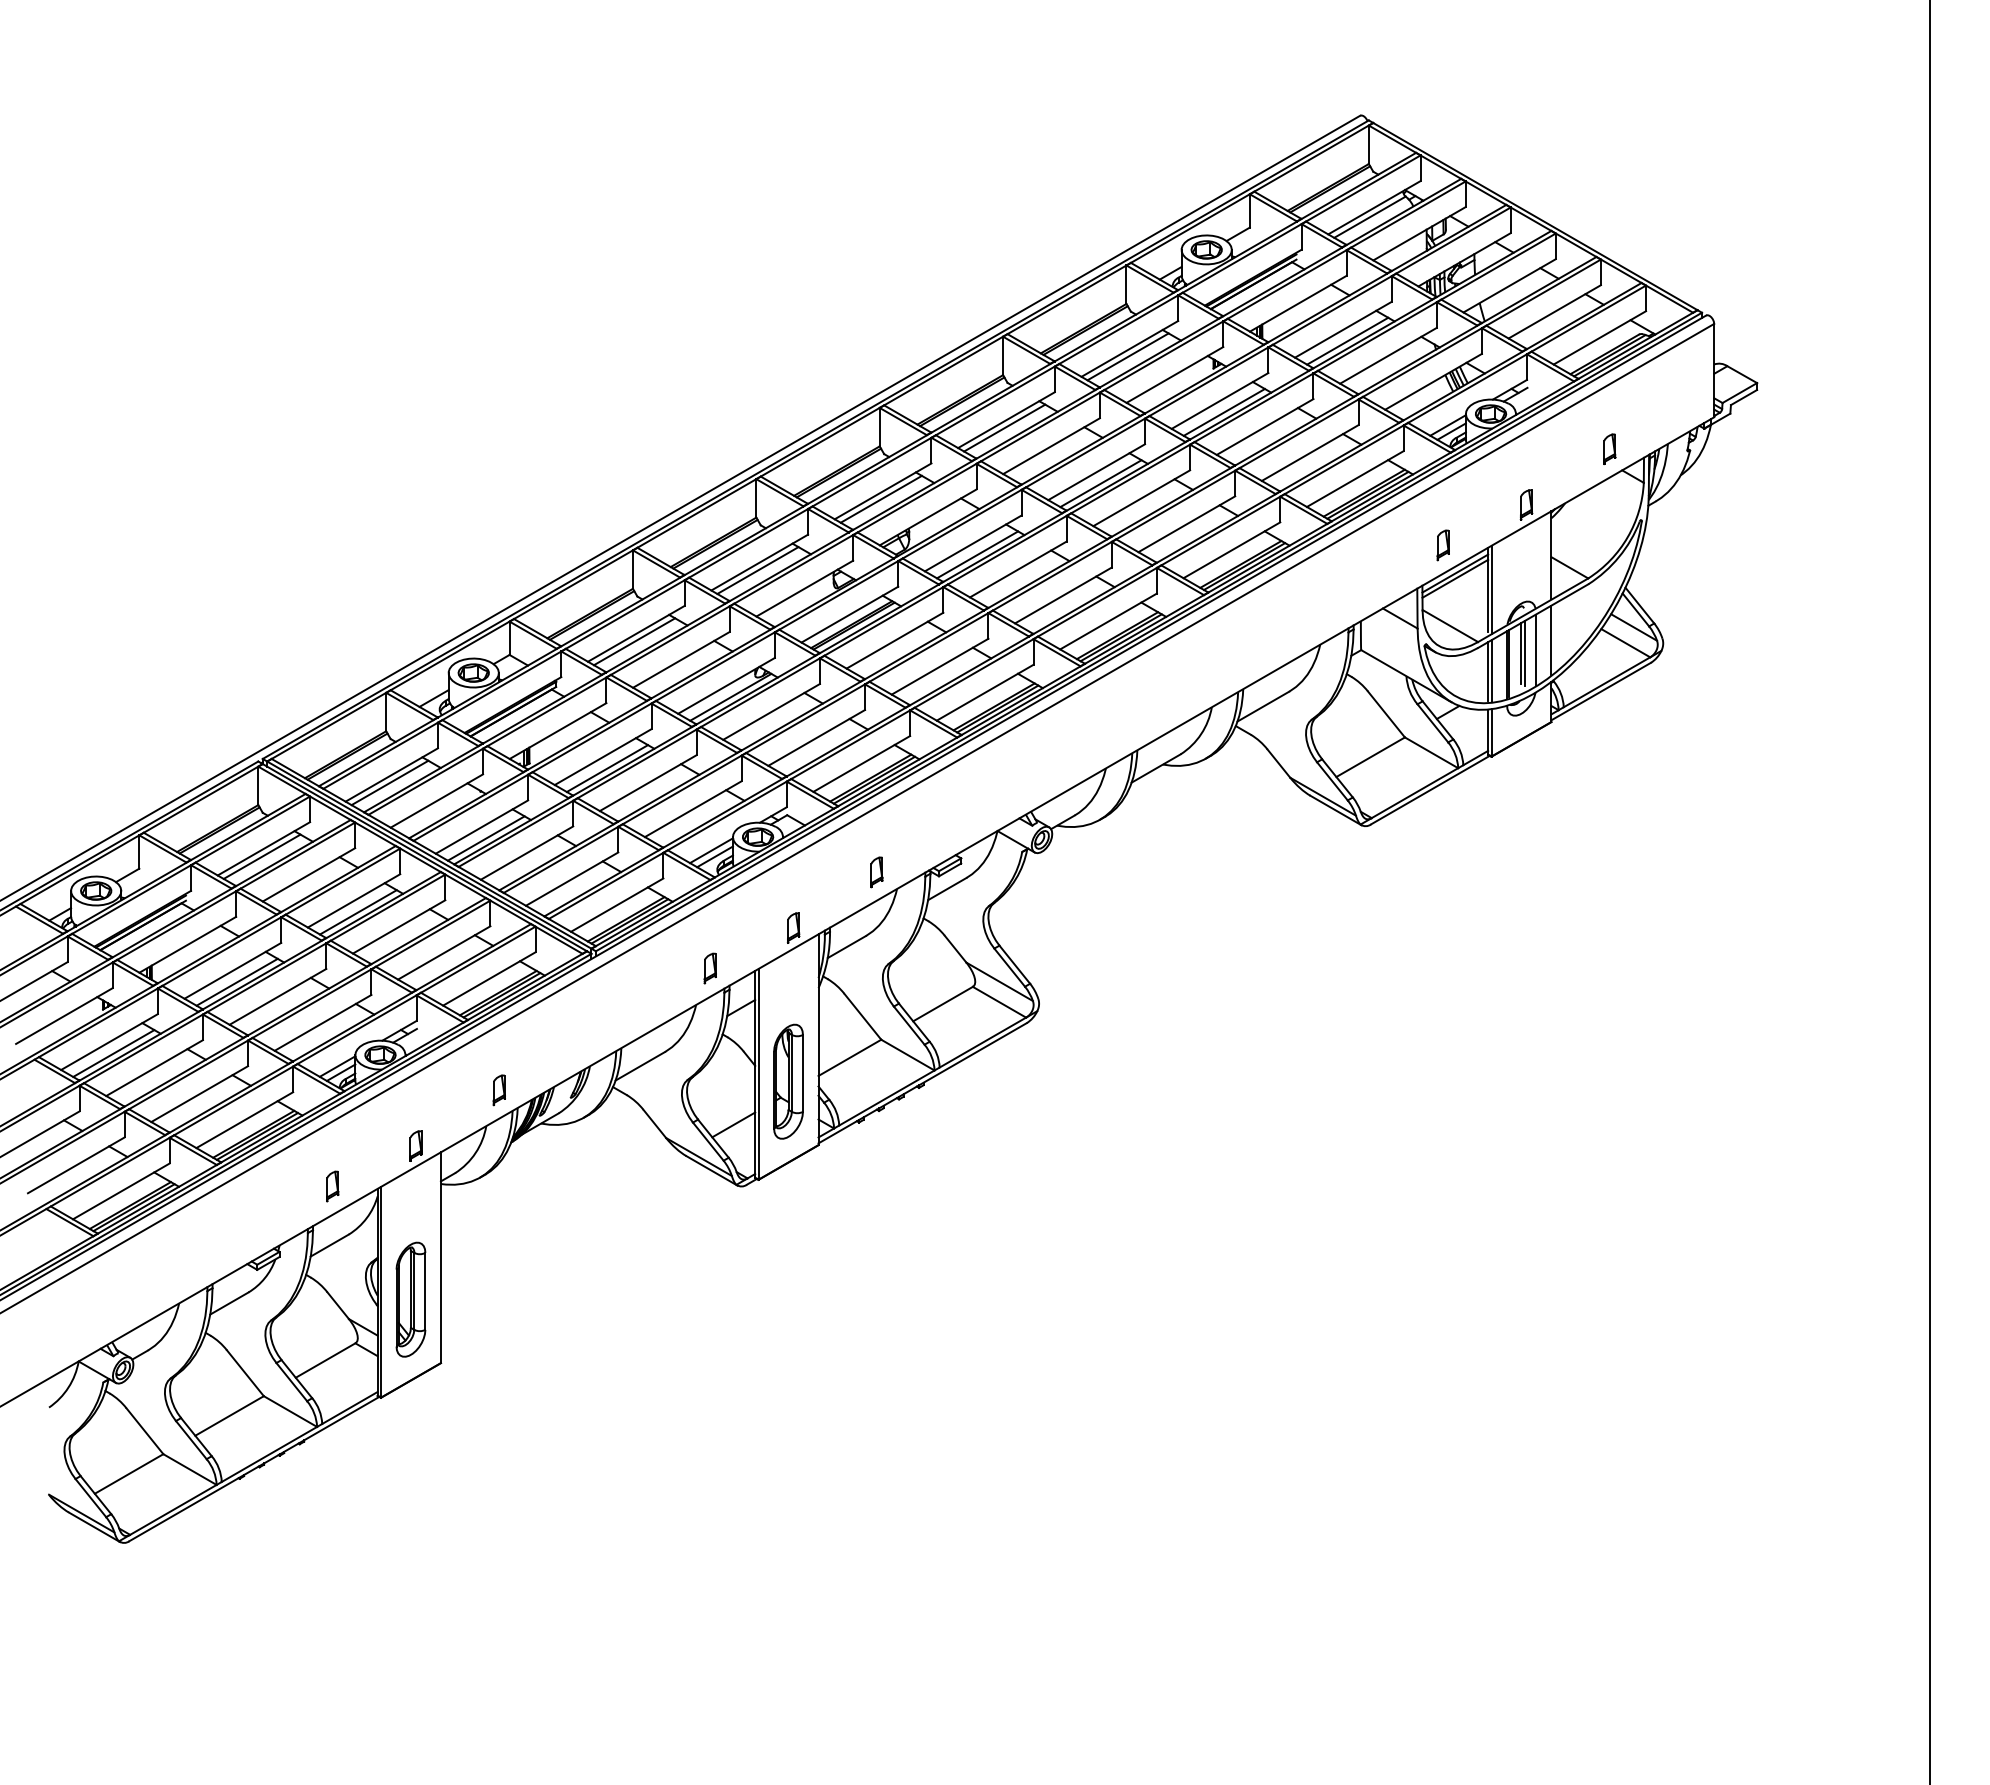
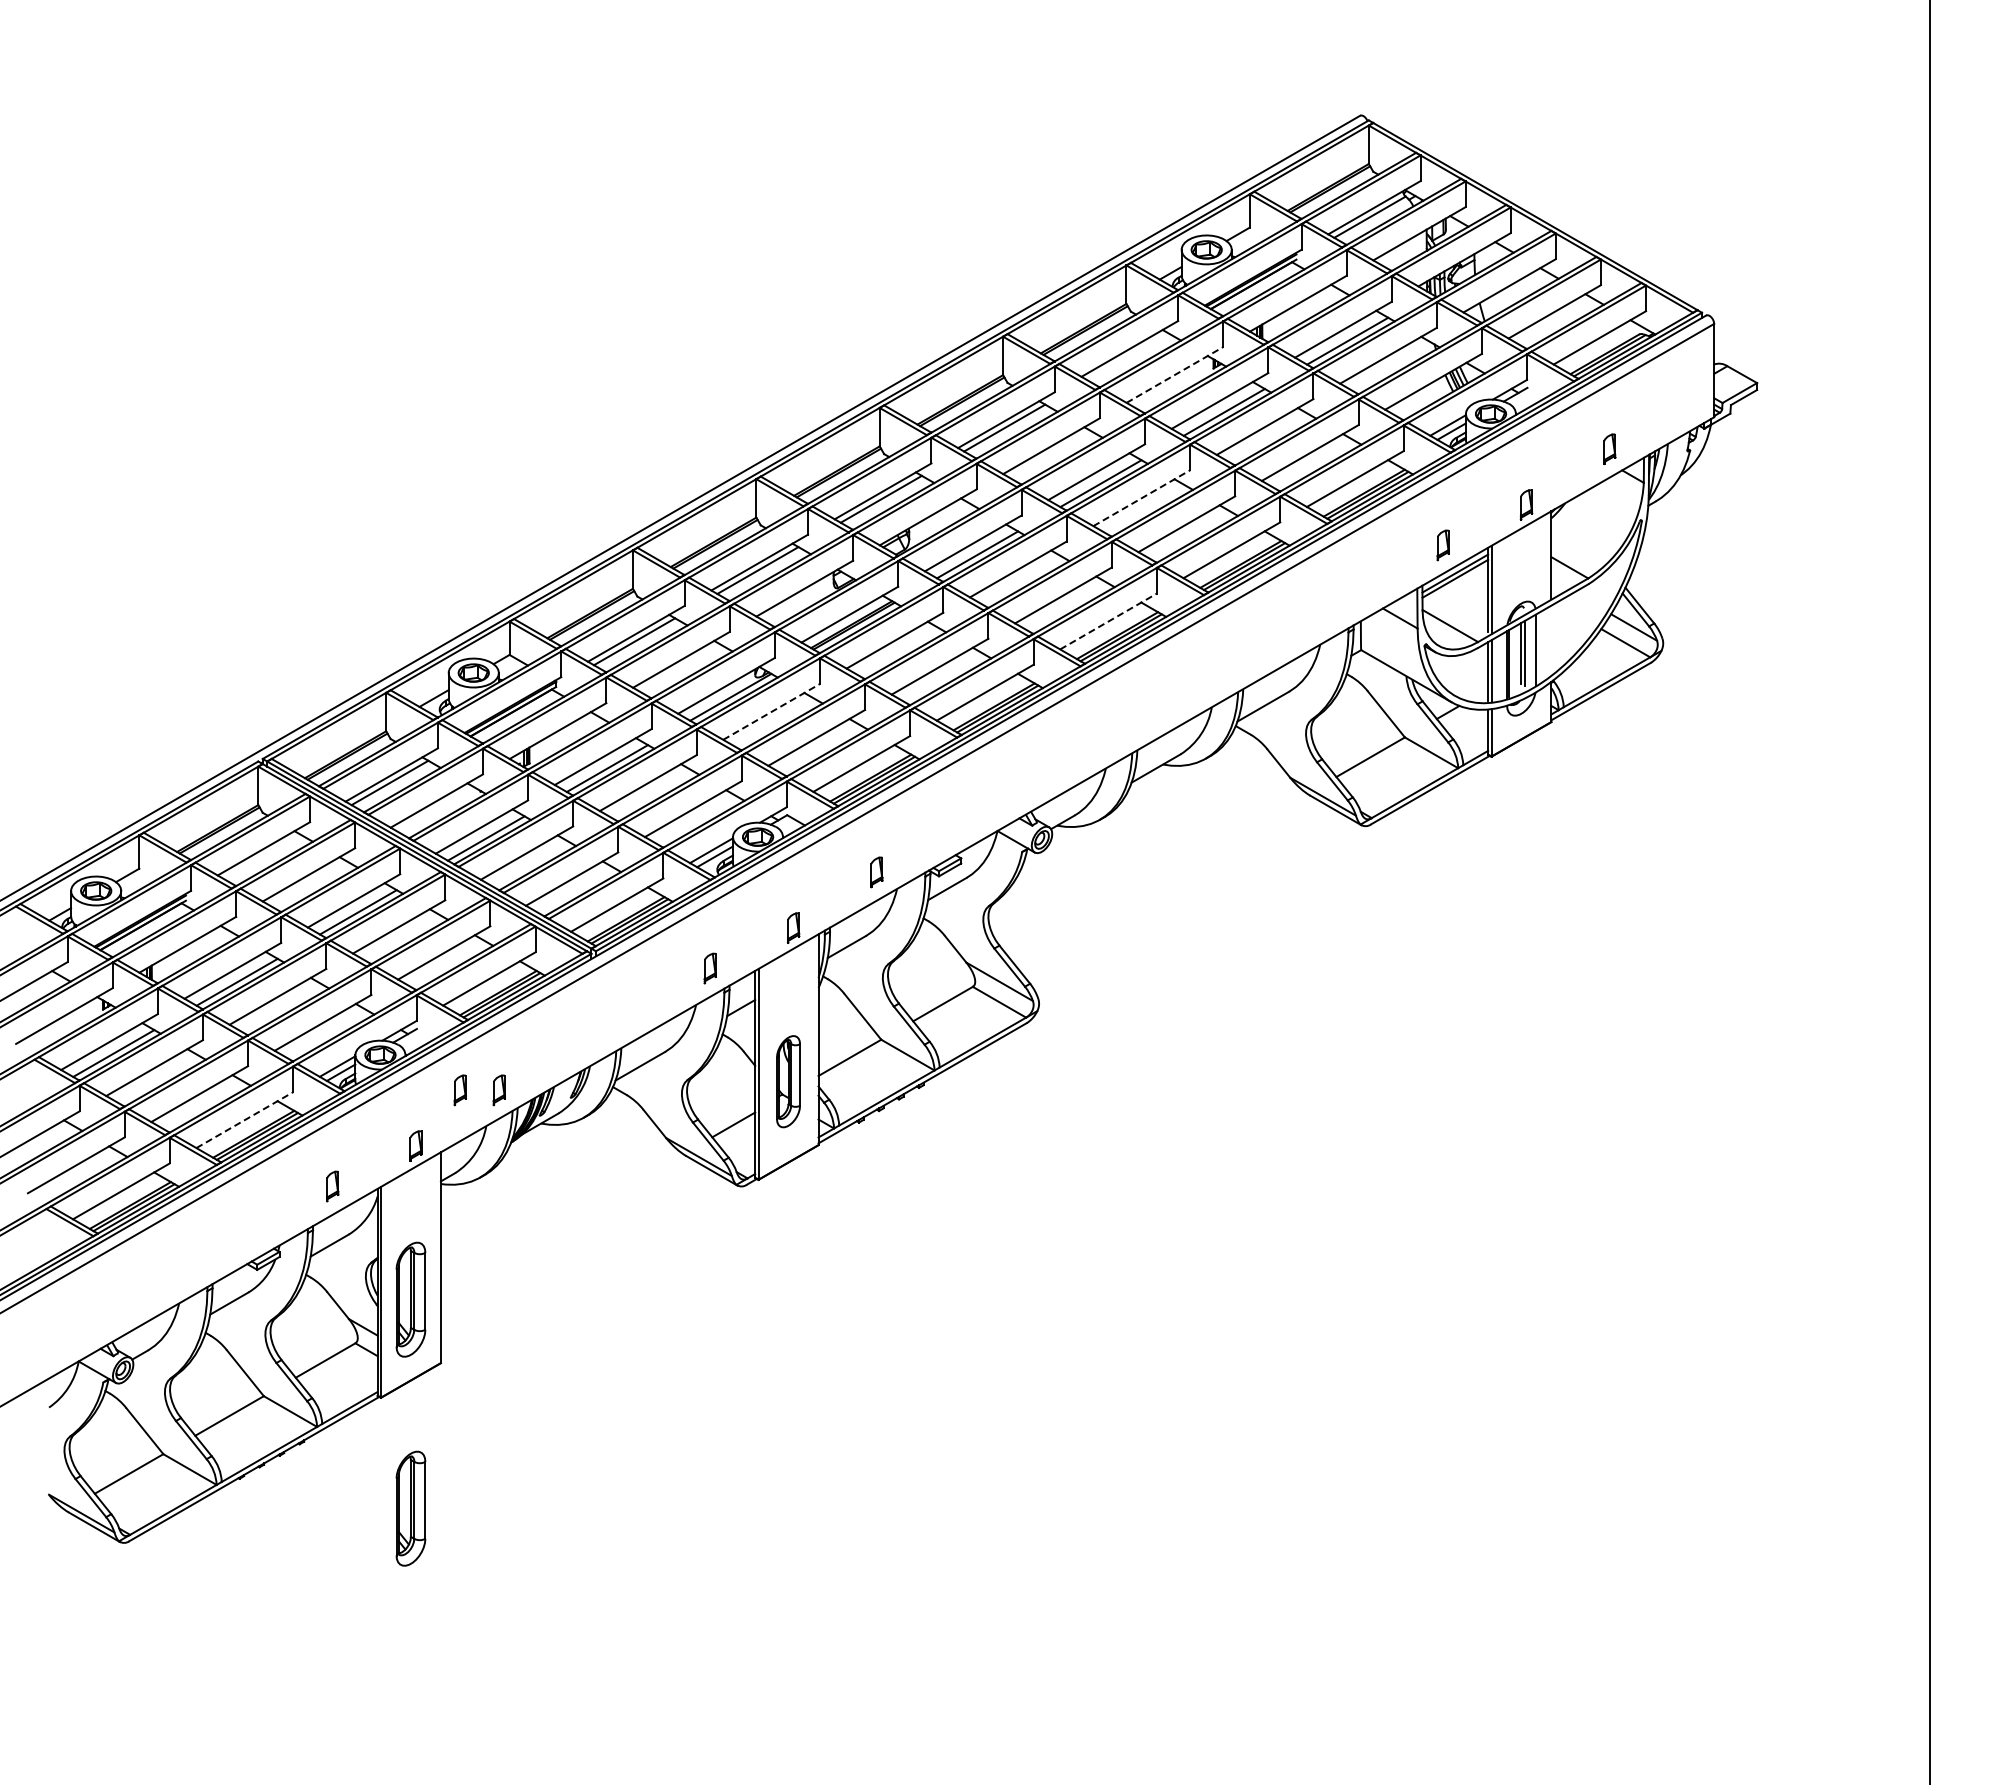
line at (1127, 356): present -> none
line at (1174, 374): solid -> dashed
line at (1141, 498): solid -> dashed
line at (1108, 621): solid -> dashed
line at (1551, 640): present -> none
line at (771, 711): solid -> dashed
line at (261, 856): present -> none
part at (788, 1081) size: 31x117 px -> 25x94 px
part at (459, 1090): none -> present
line at (244, 1120): solid -> dashed
part at (410, 1508): none -> present
